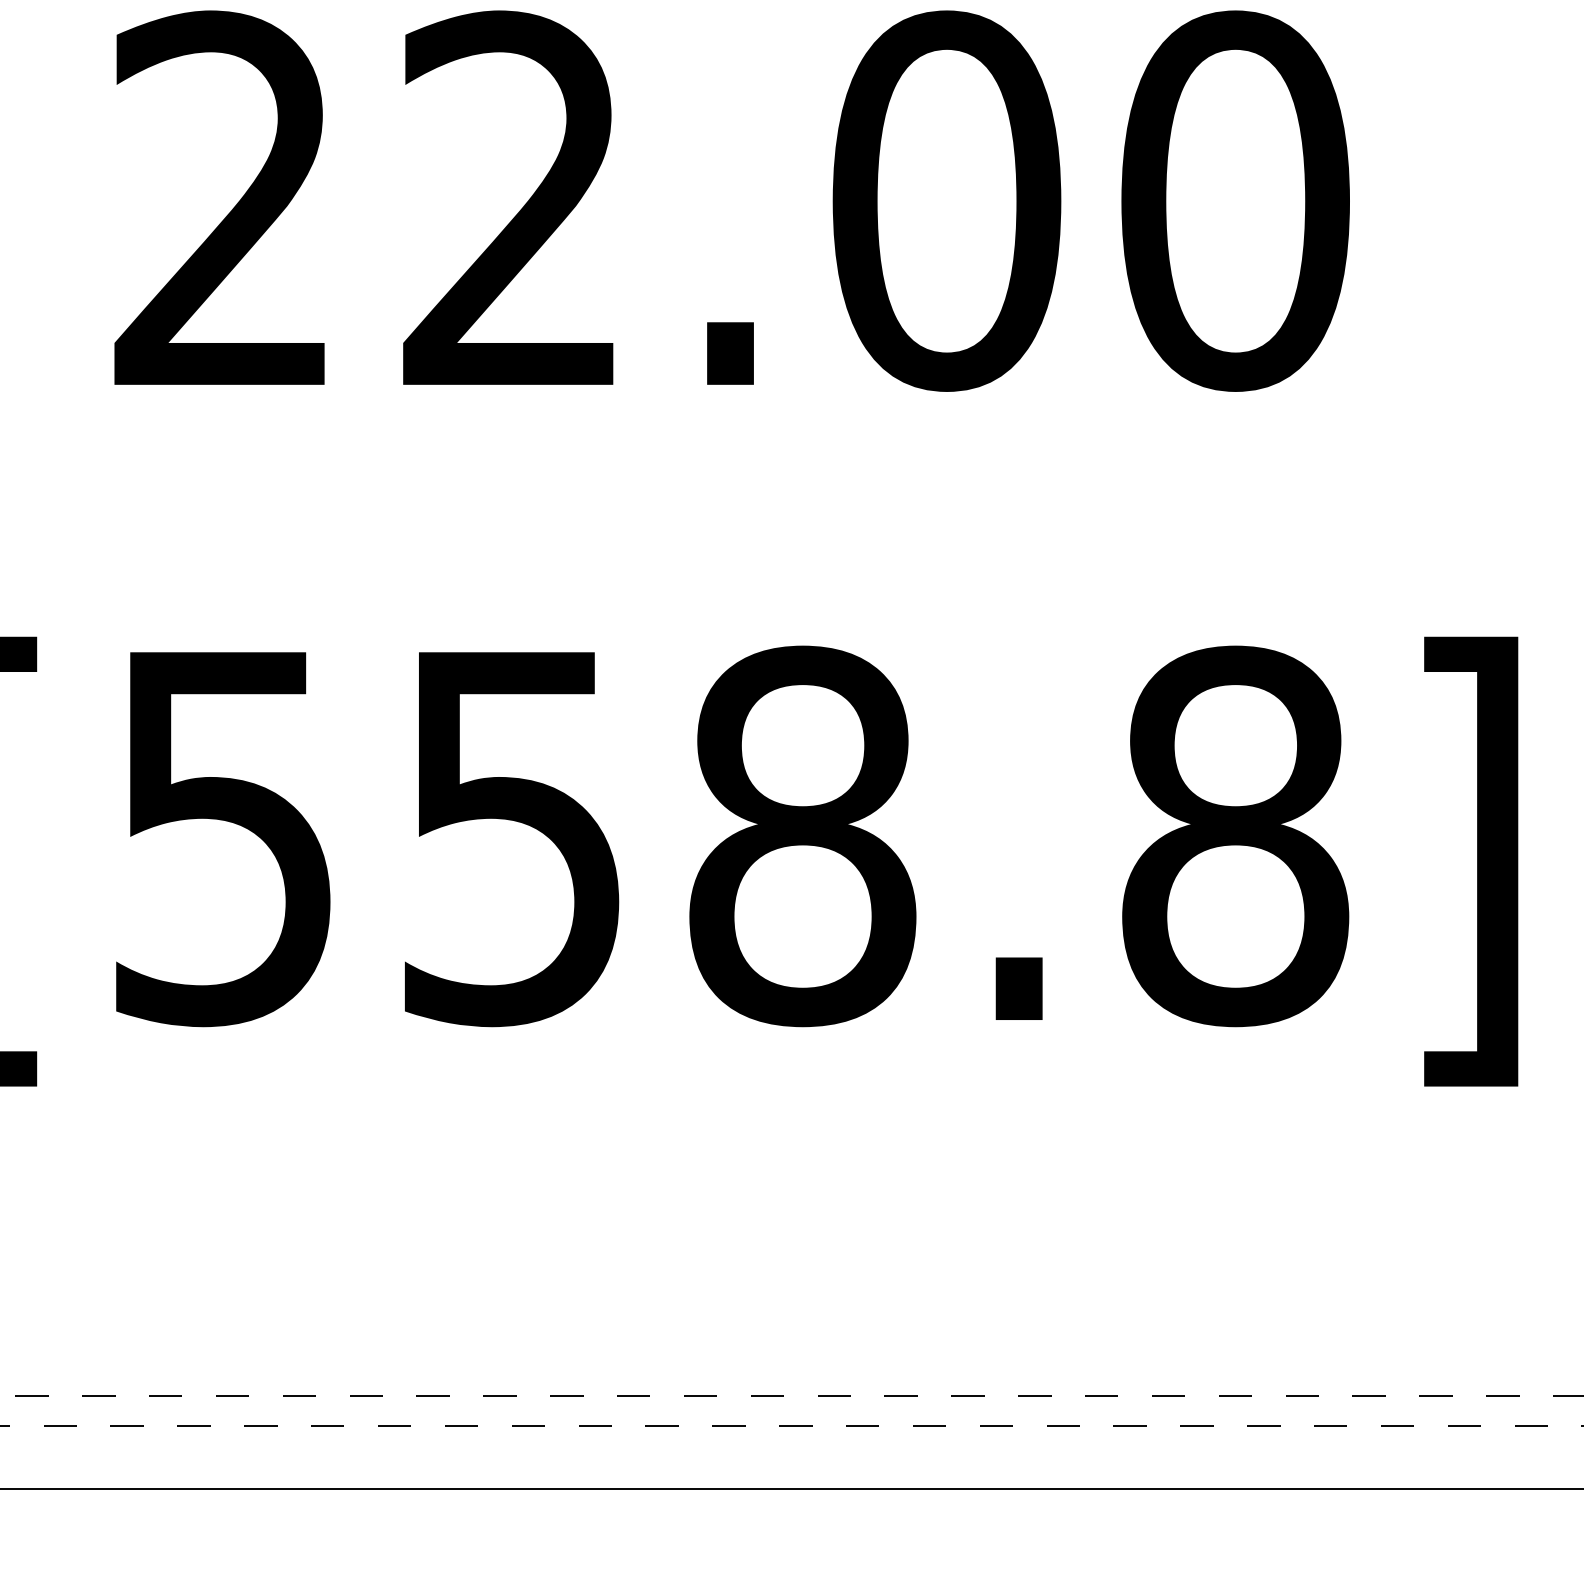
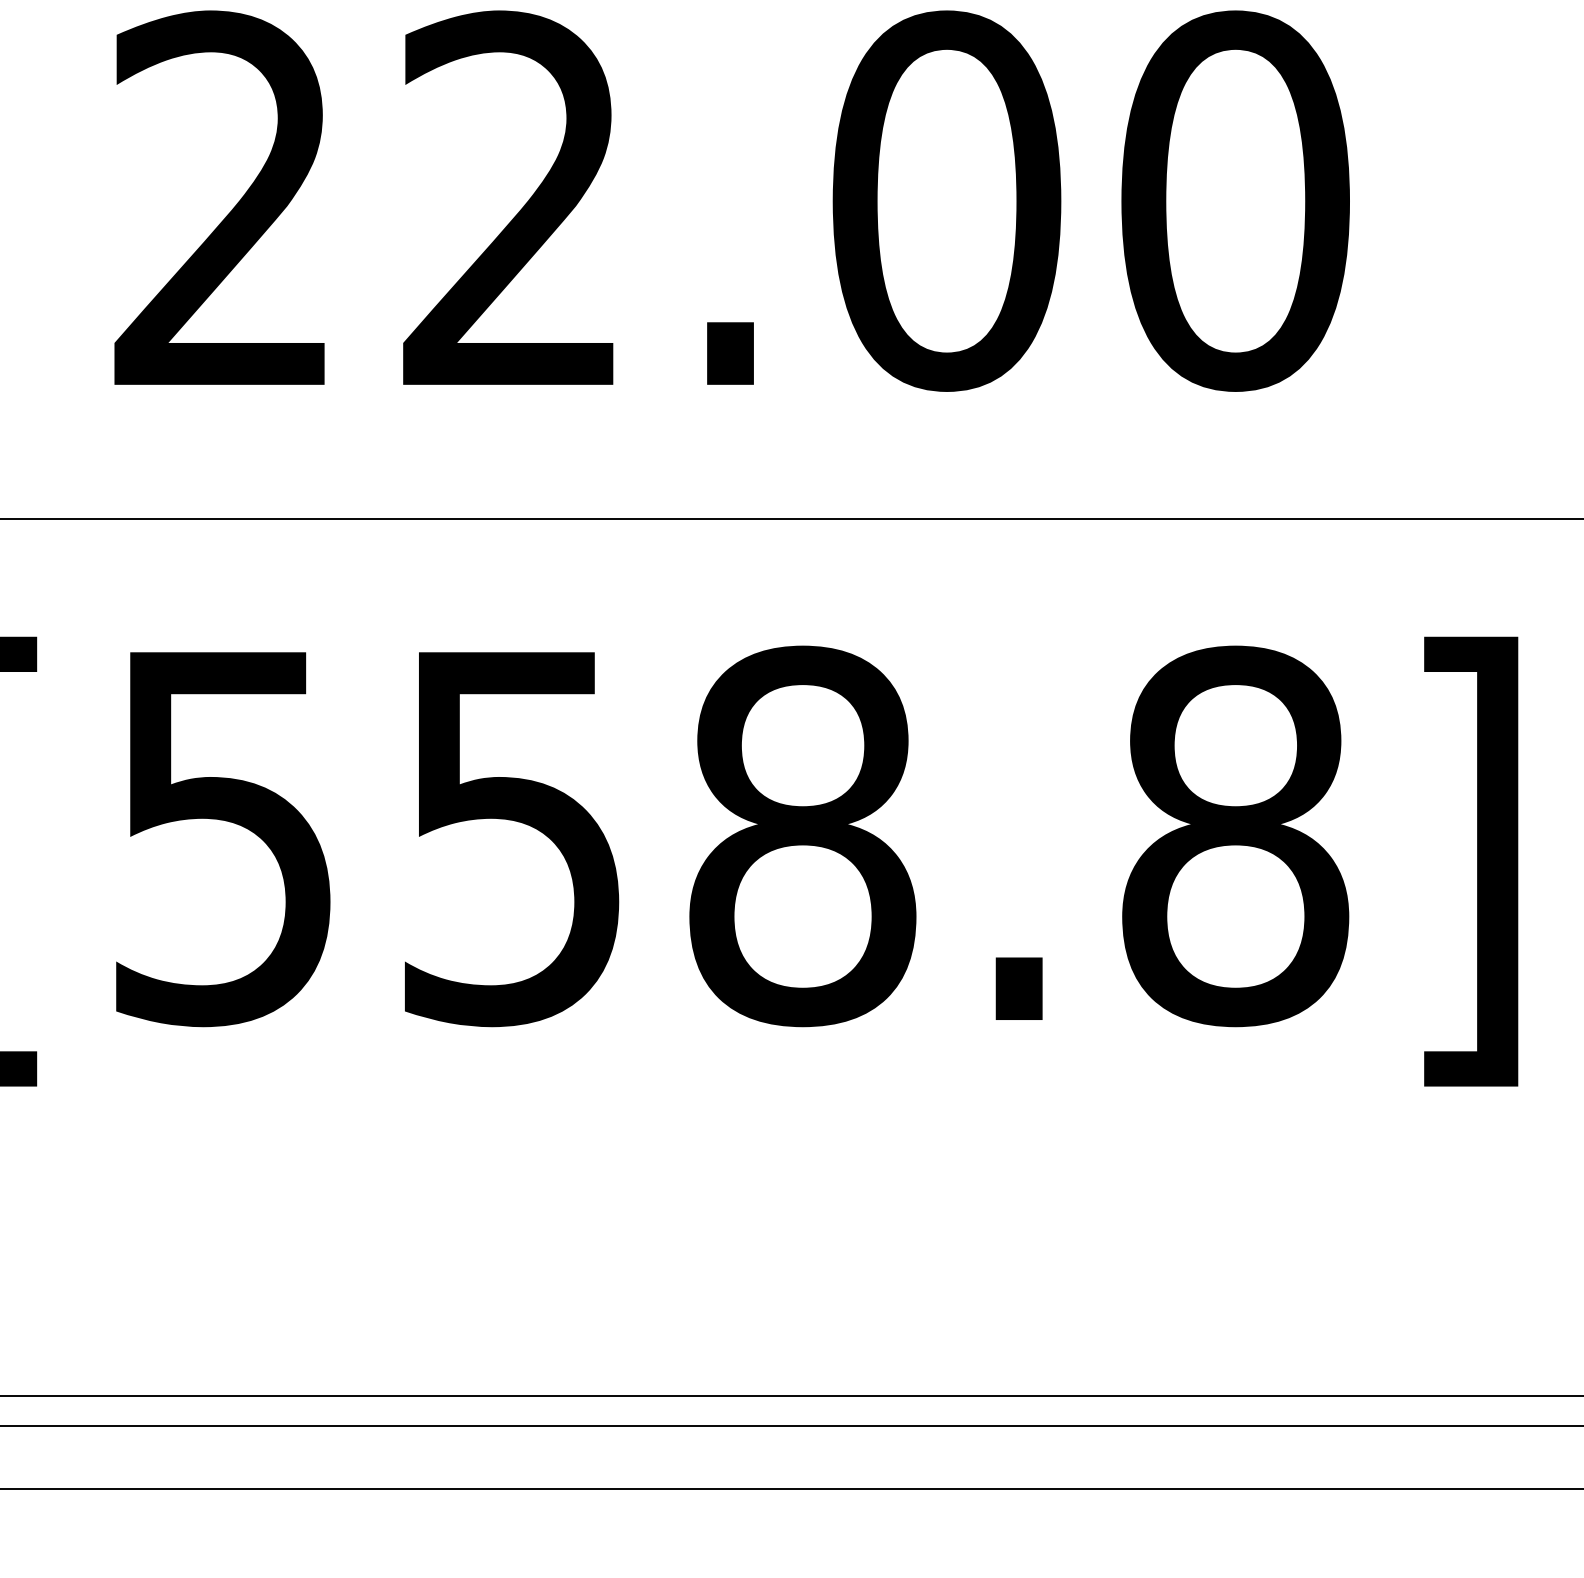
line at (791, 518): none -> present
line at (792, 1396): dashed -> solid
line at (792, 1425): dashed -> solid
